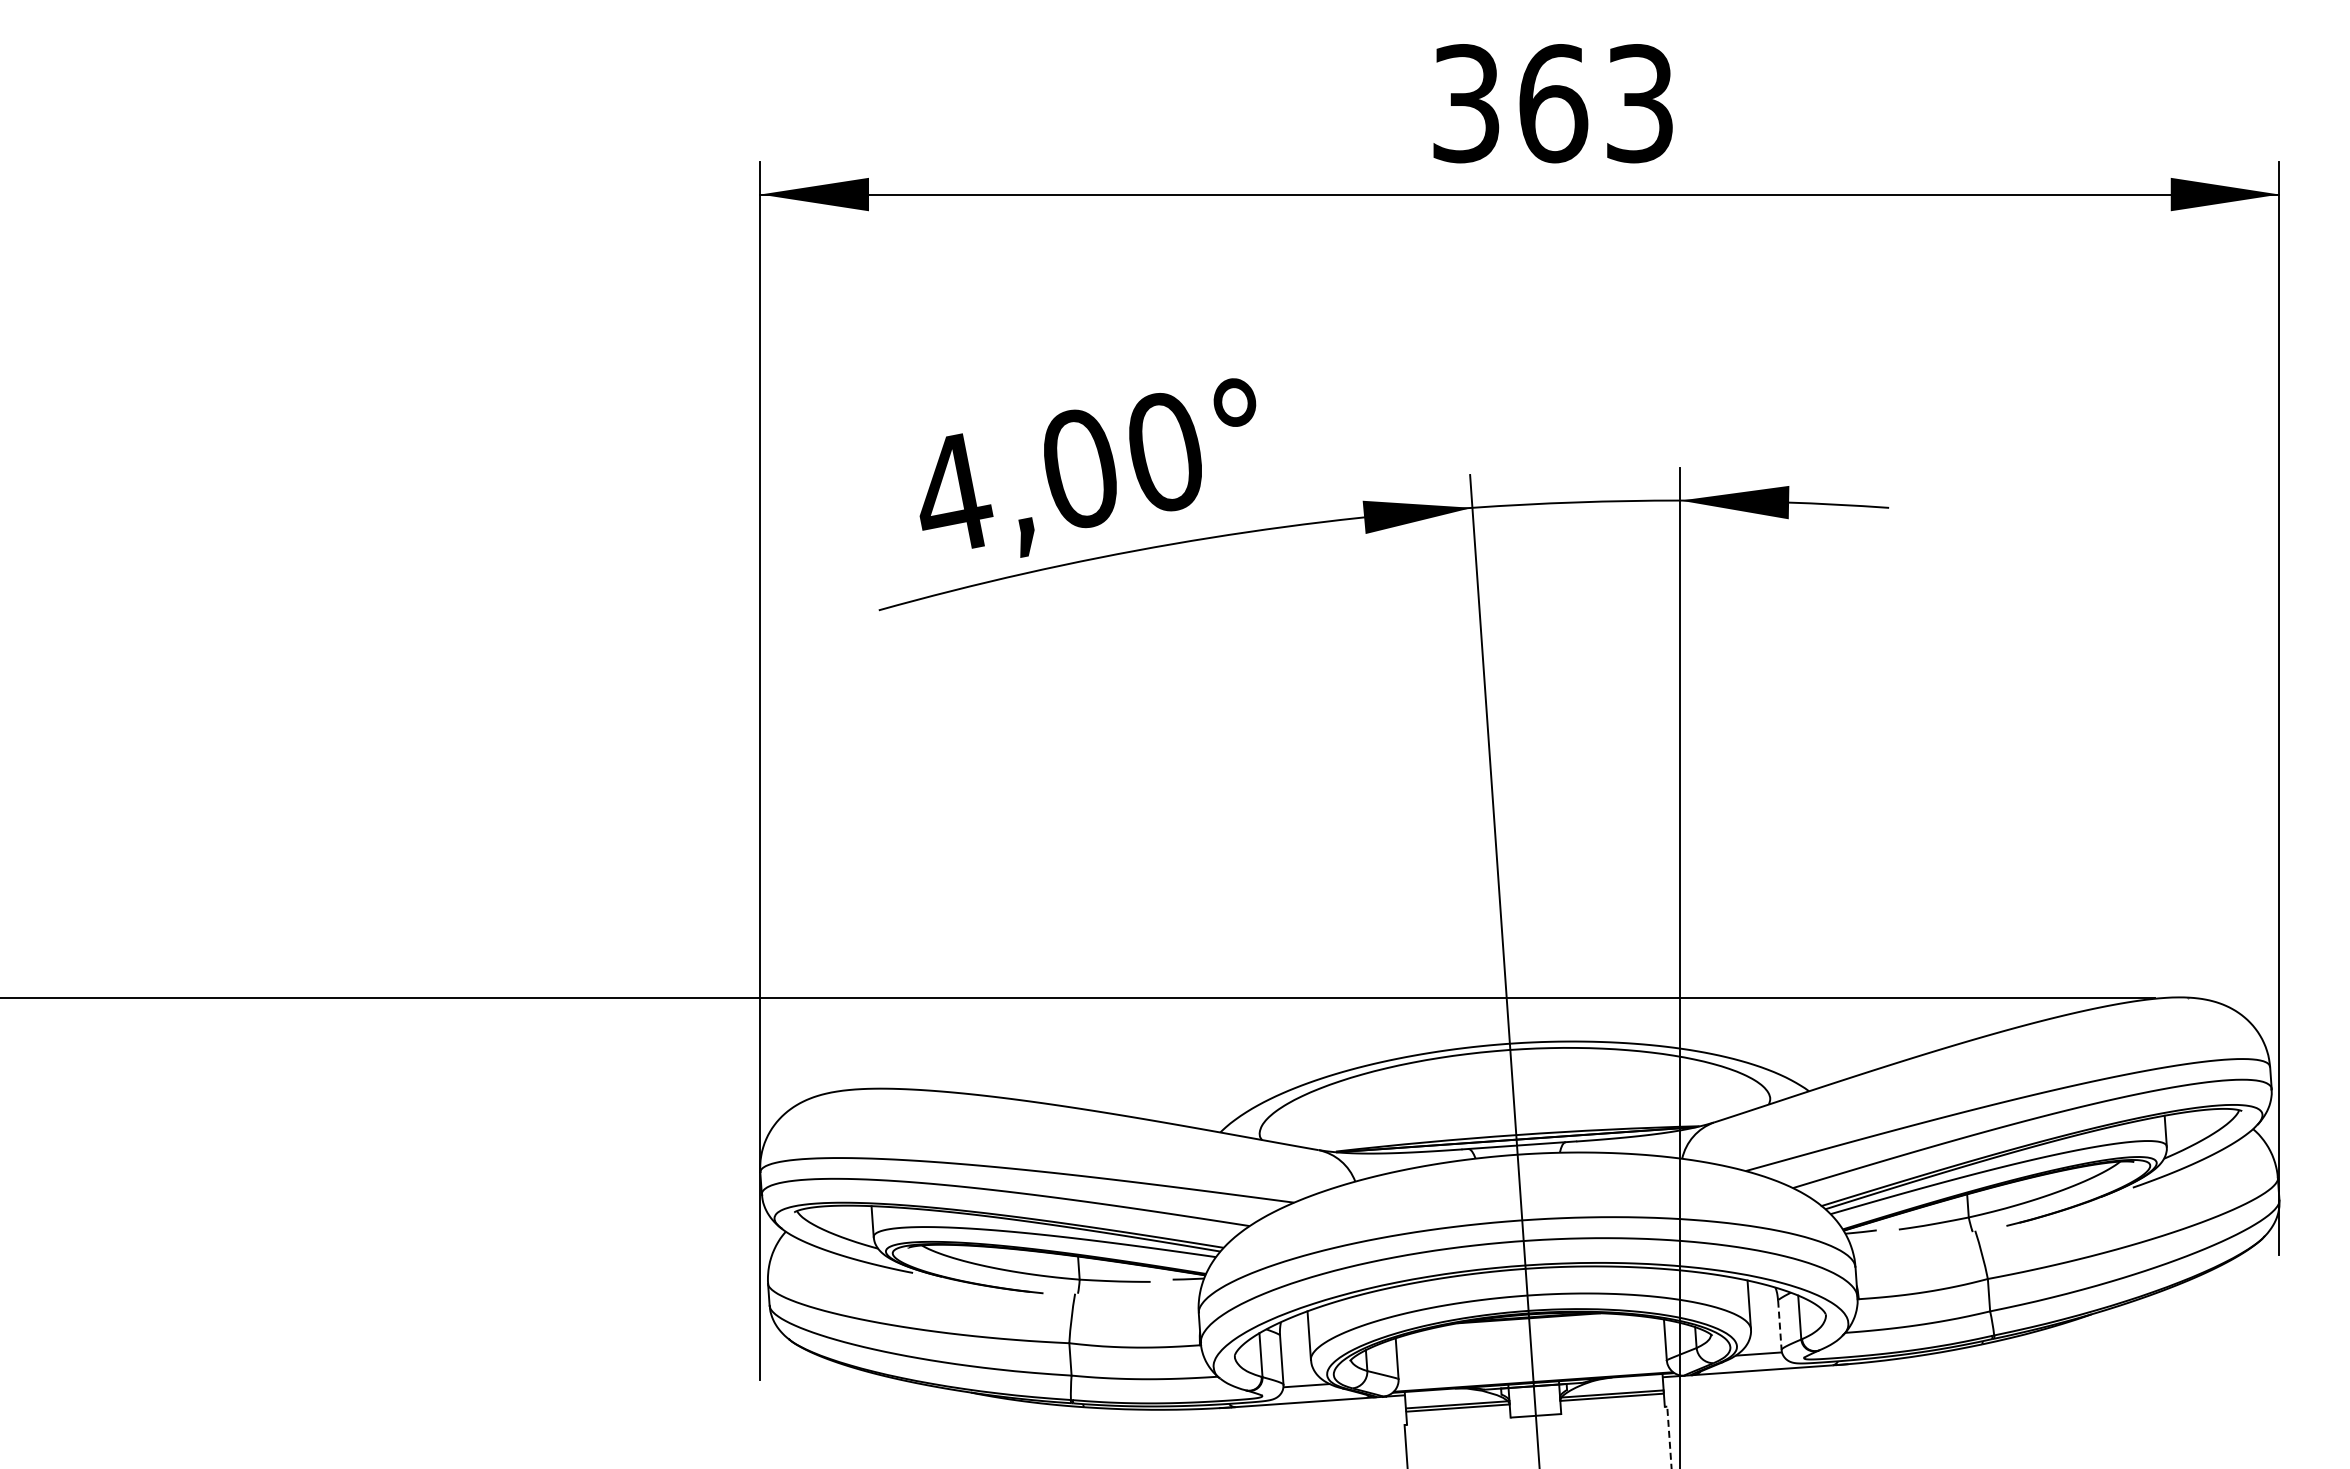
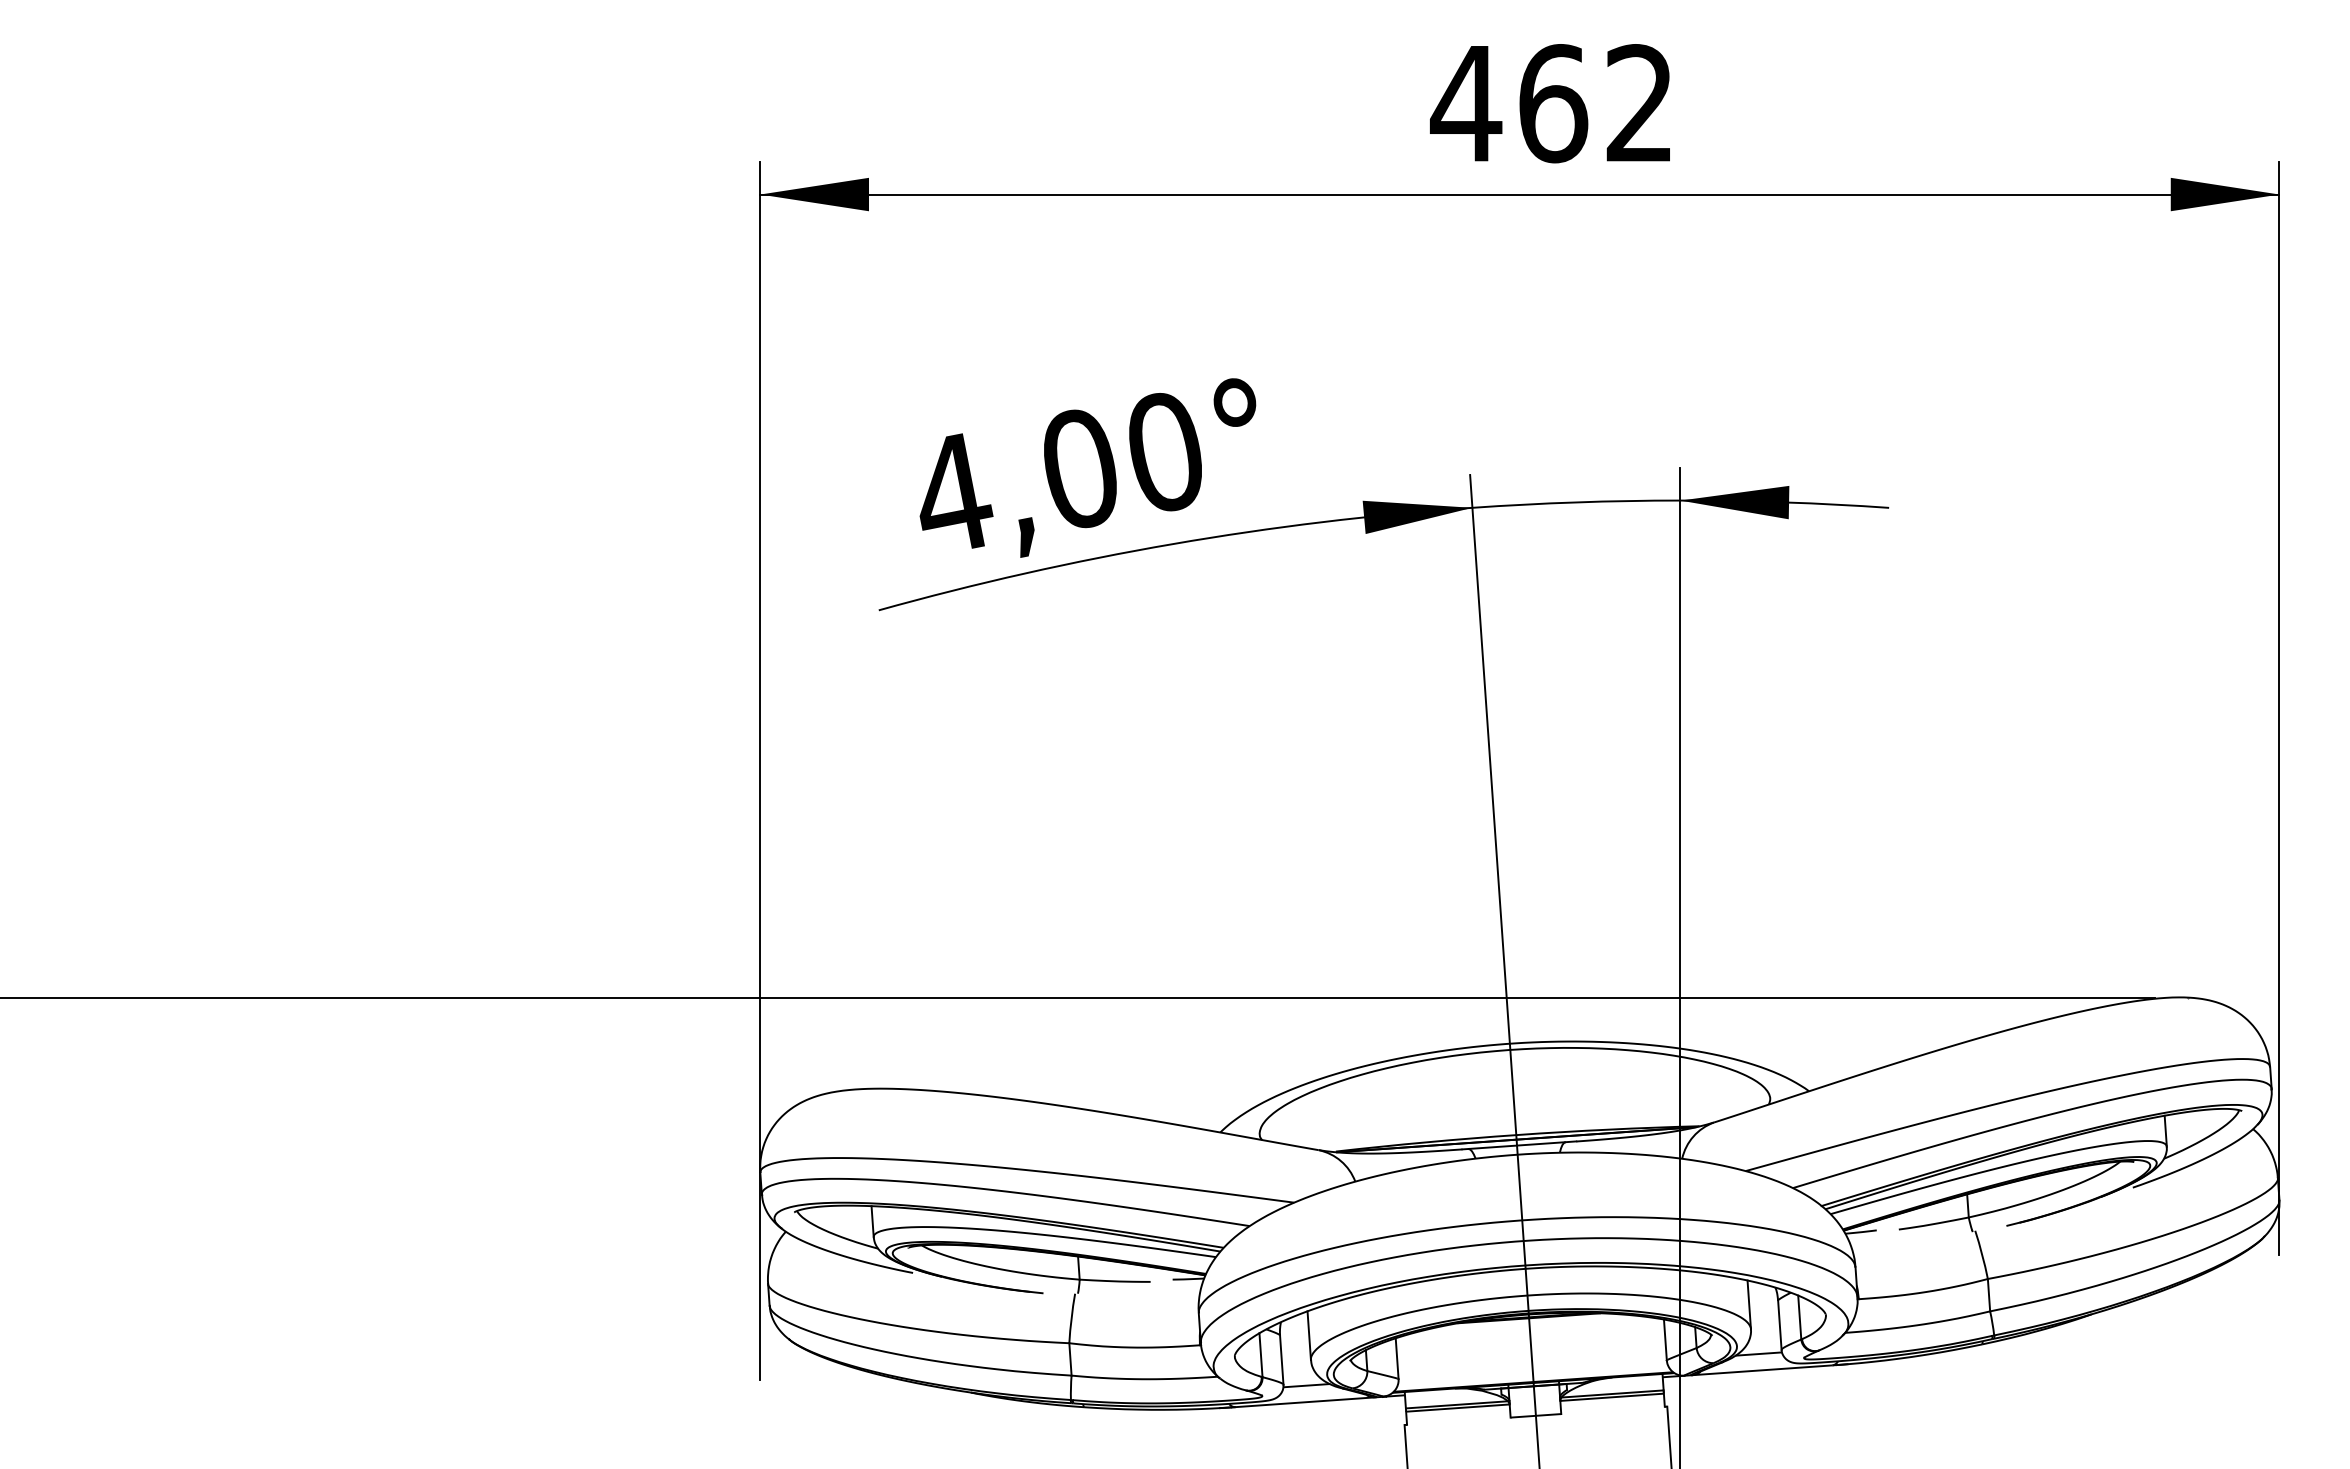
text at (1550, 103): 363 -> 462
line at (1779, 1325): dashed -> solid
line at (1669, 1437): dashed -> solid
